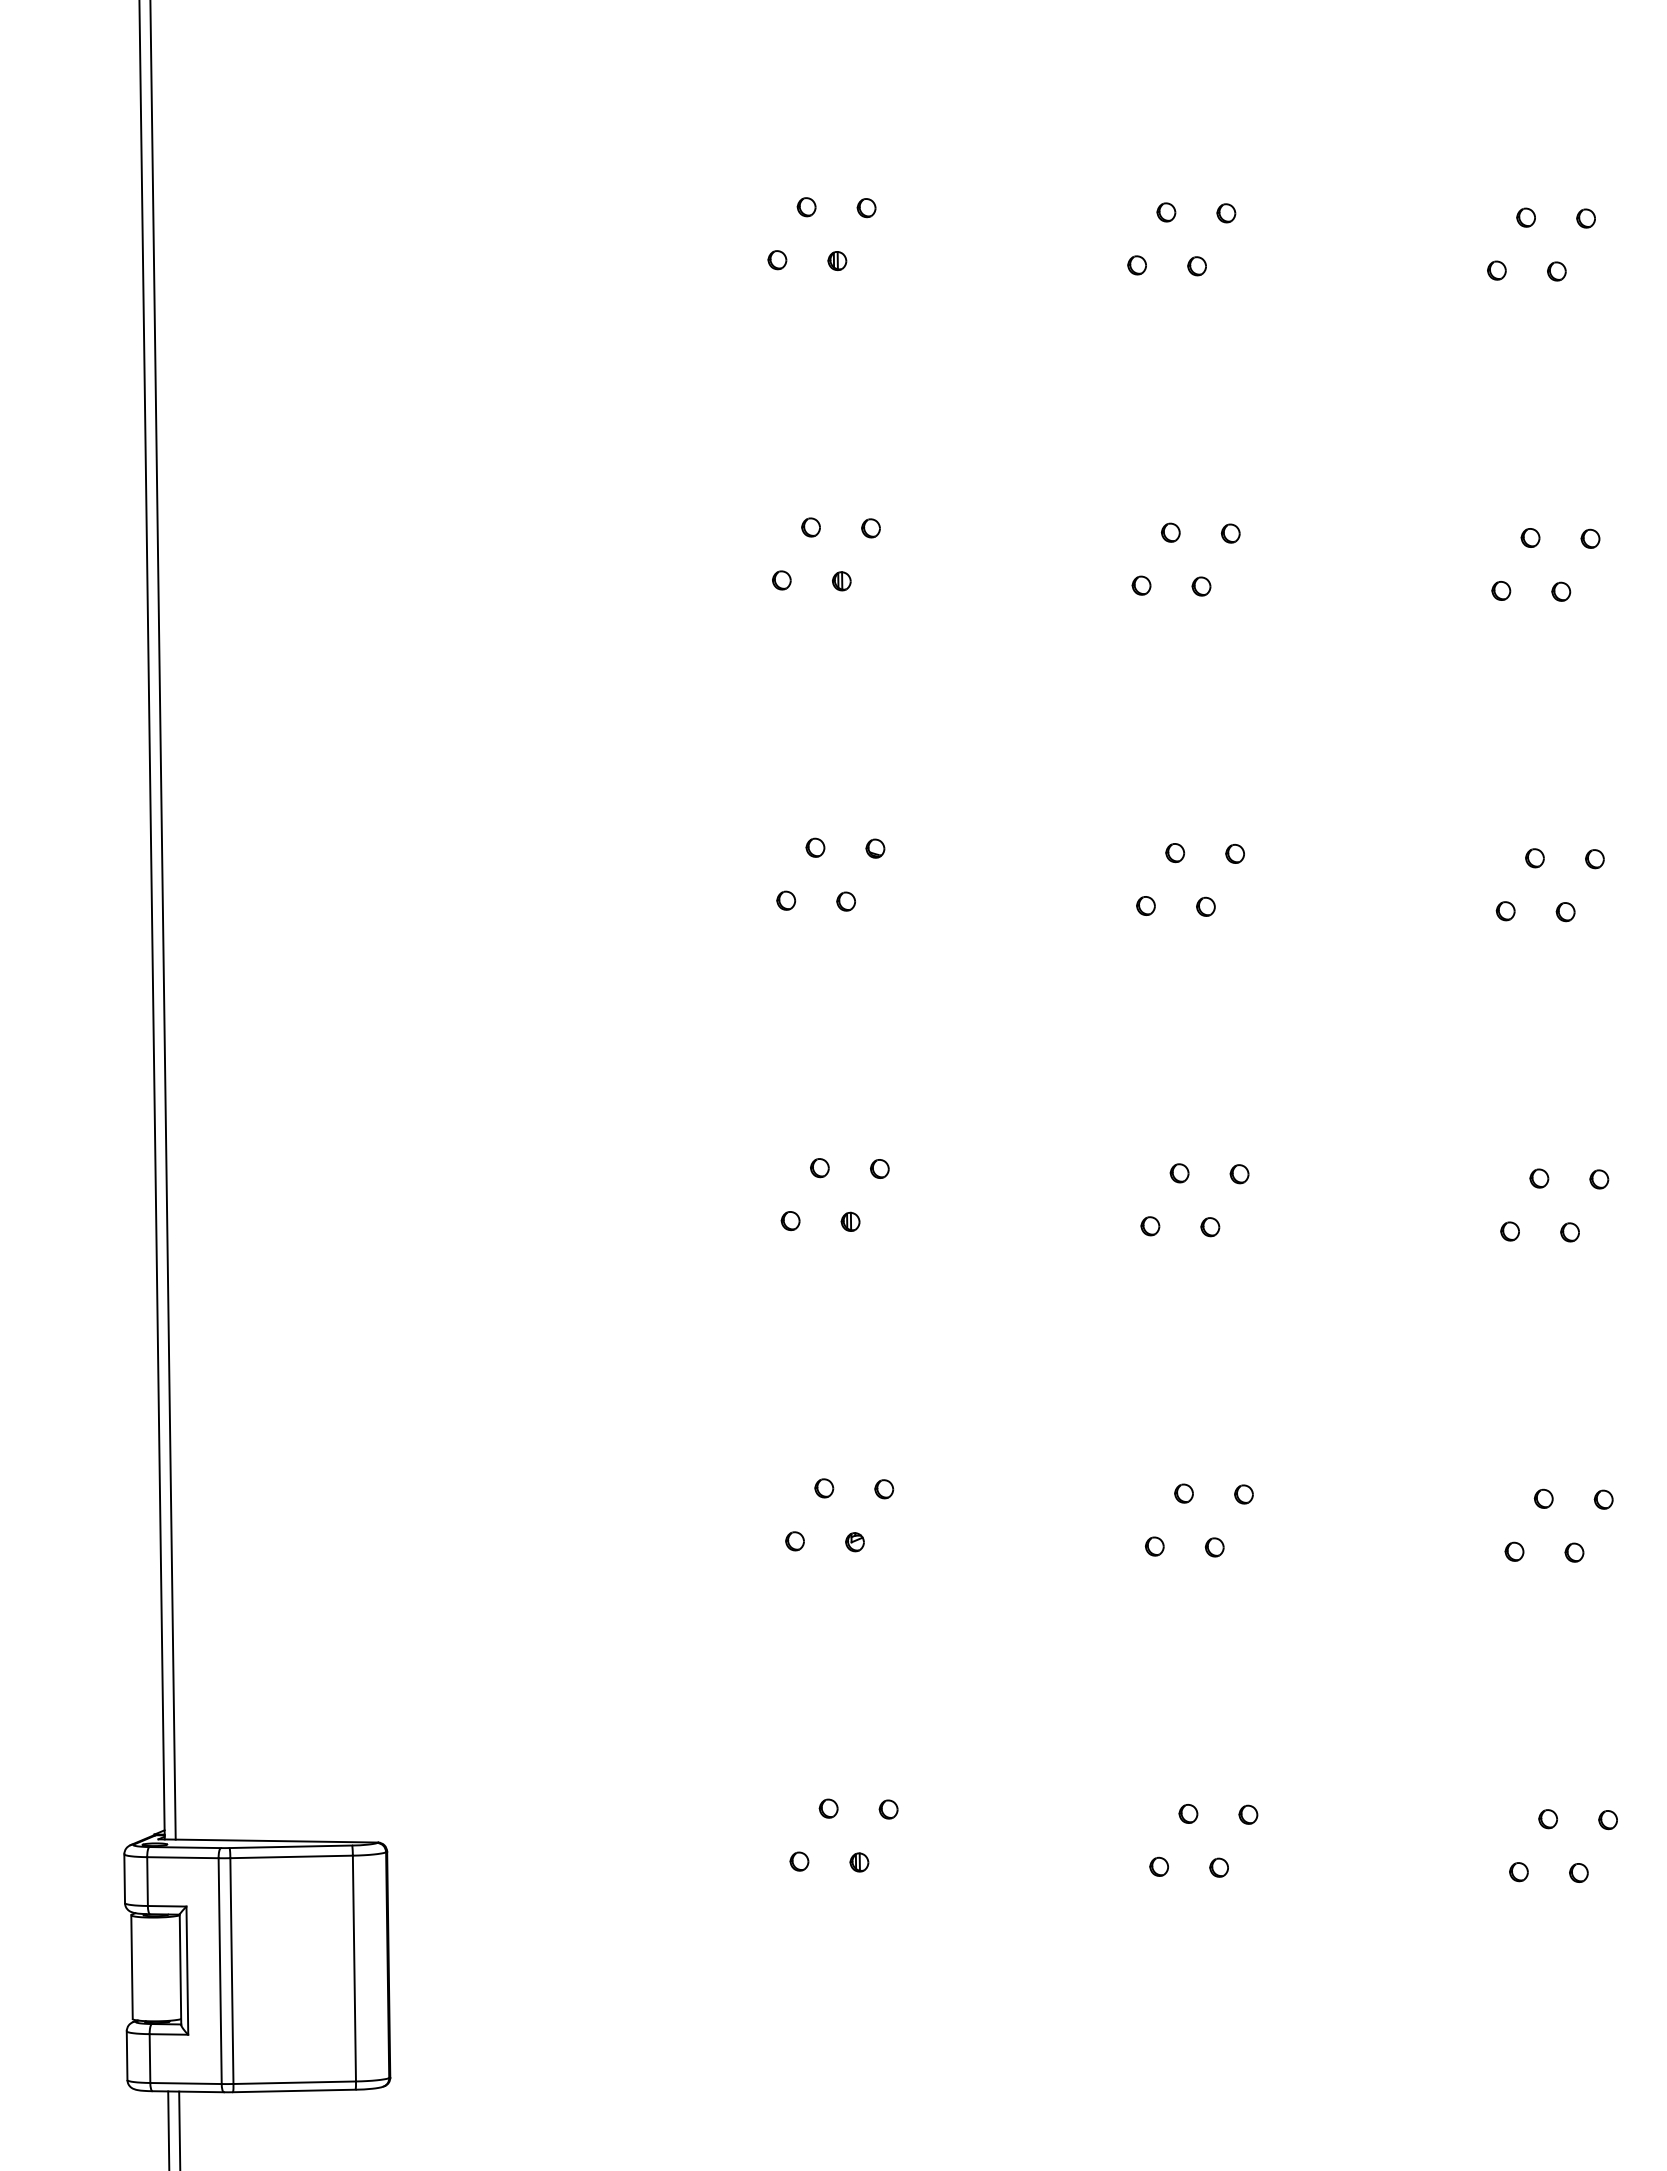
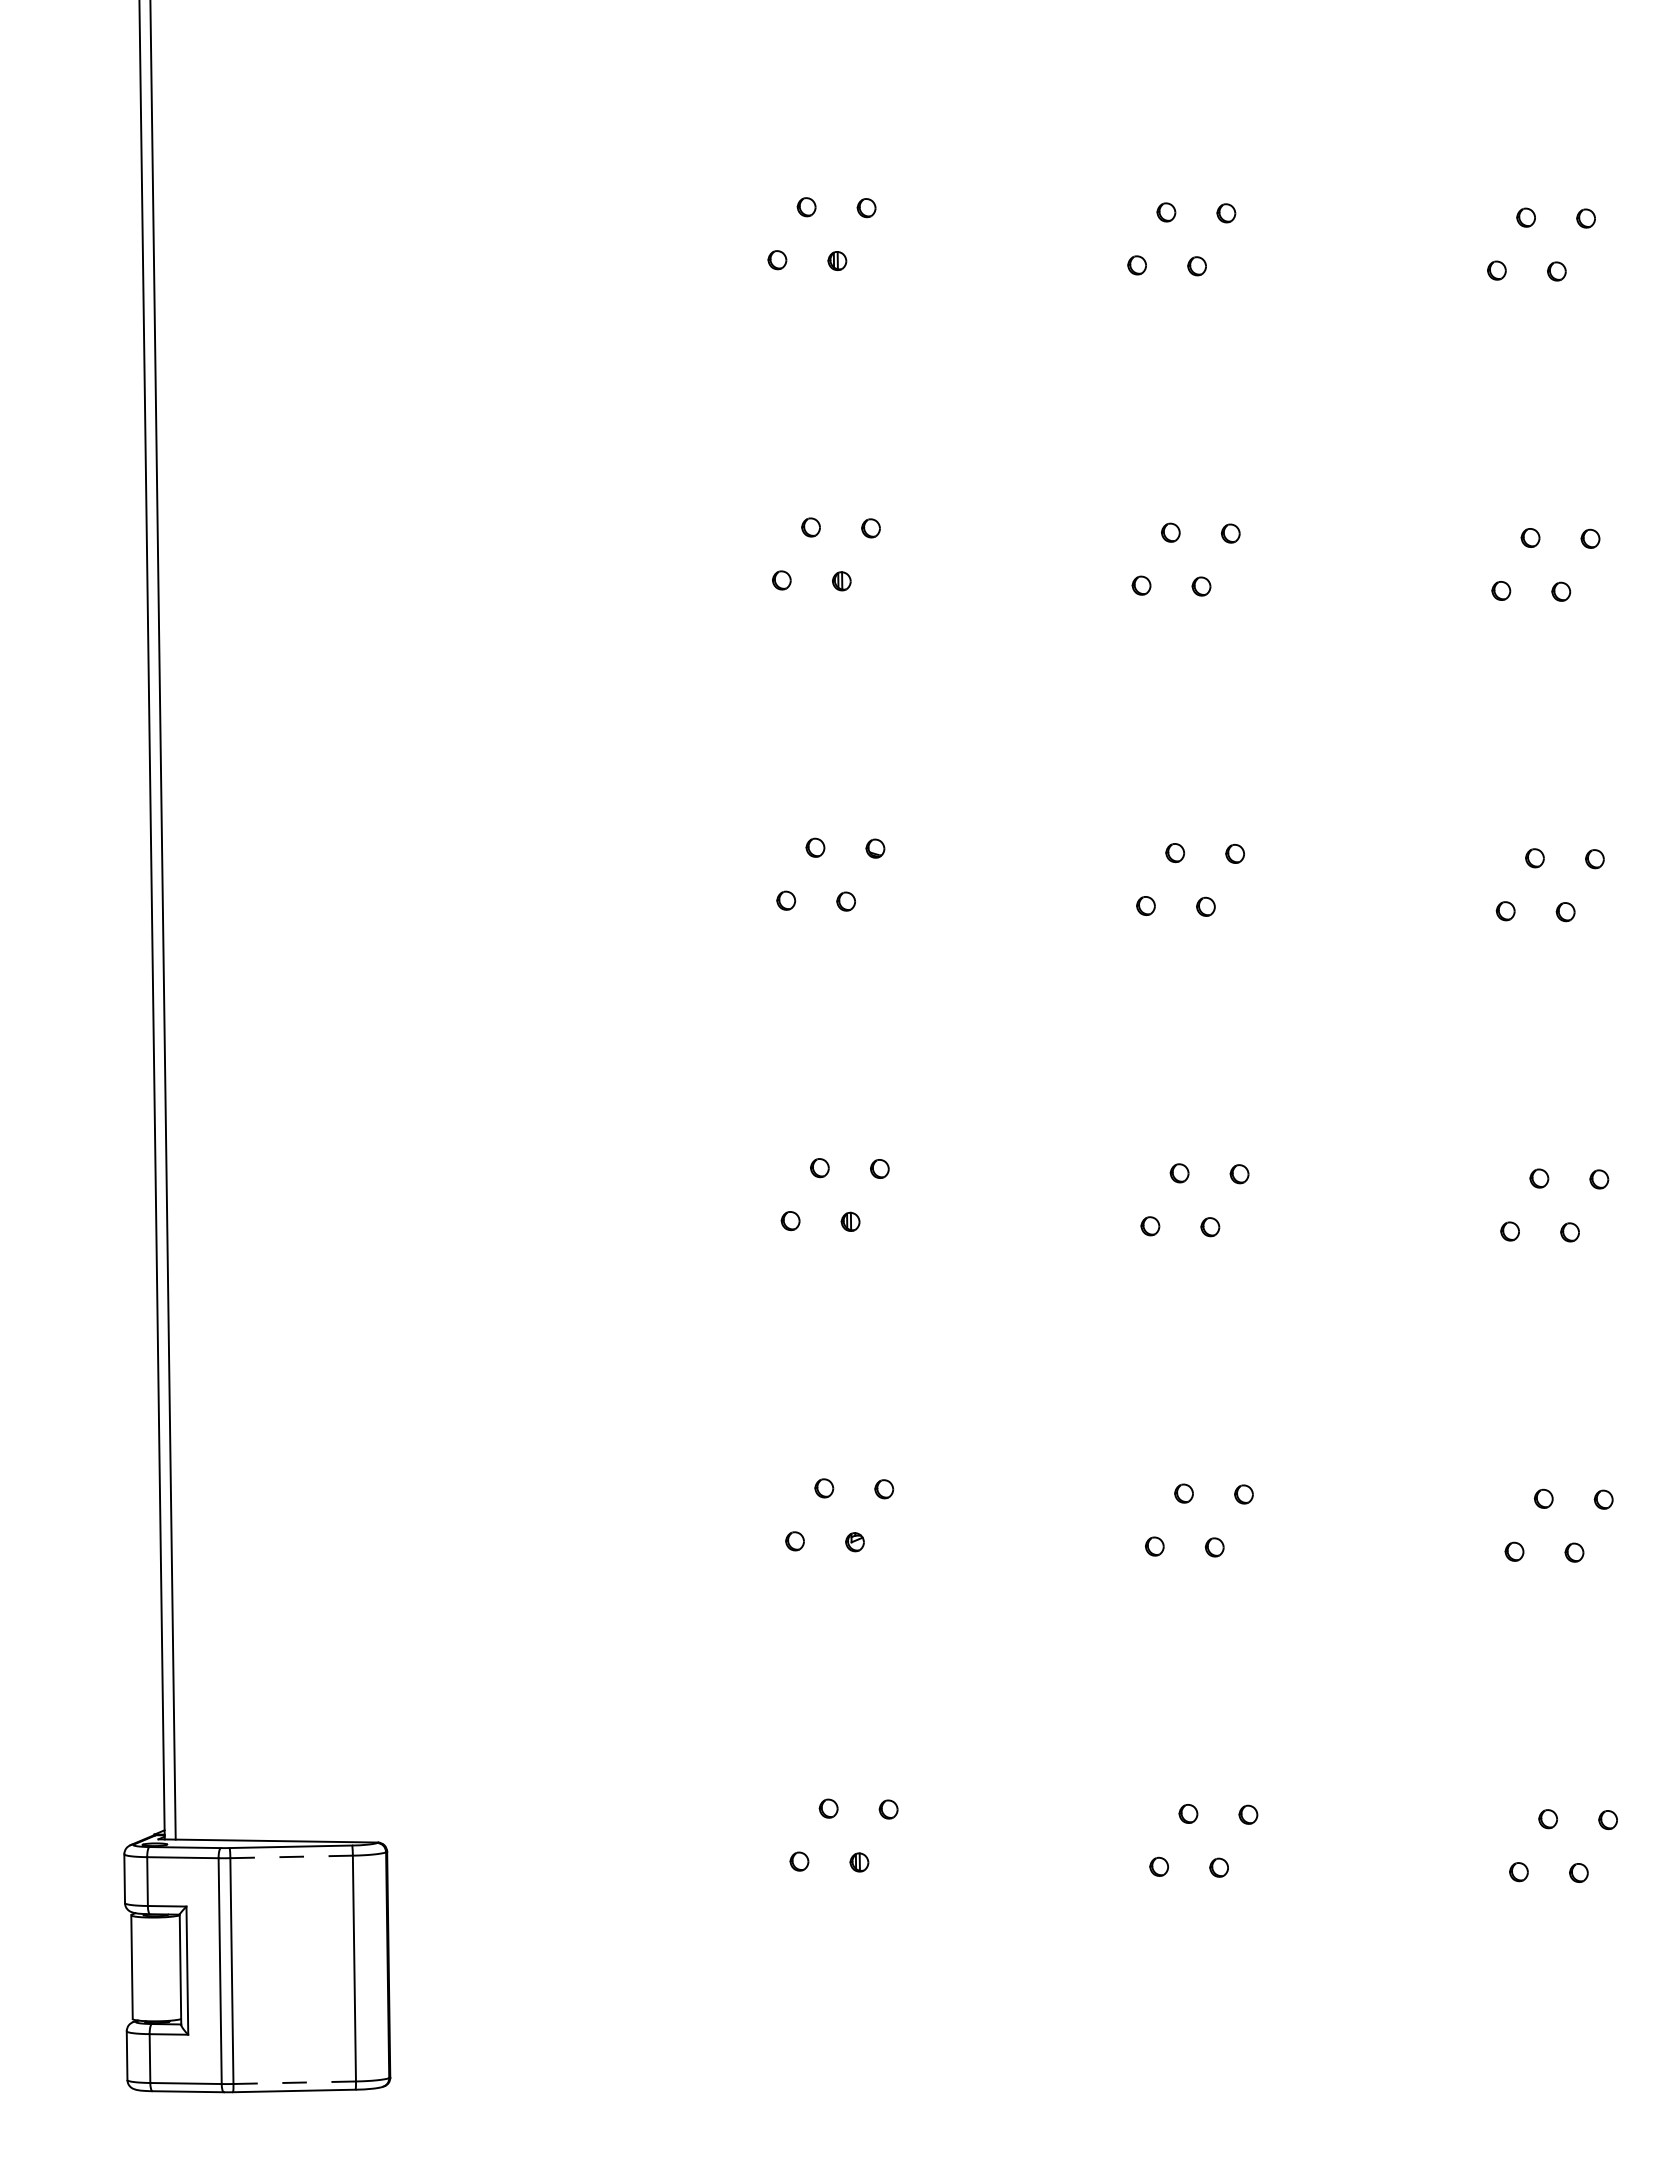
line at (292, 1856): solid -> dashed
line at (294, 2082): solid -> dashed
line at (168, 2129): present -> none
line at (179, 2129): present -> none
